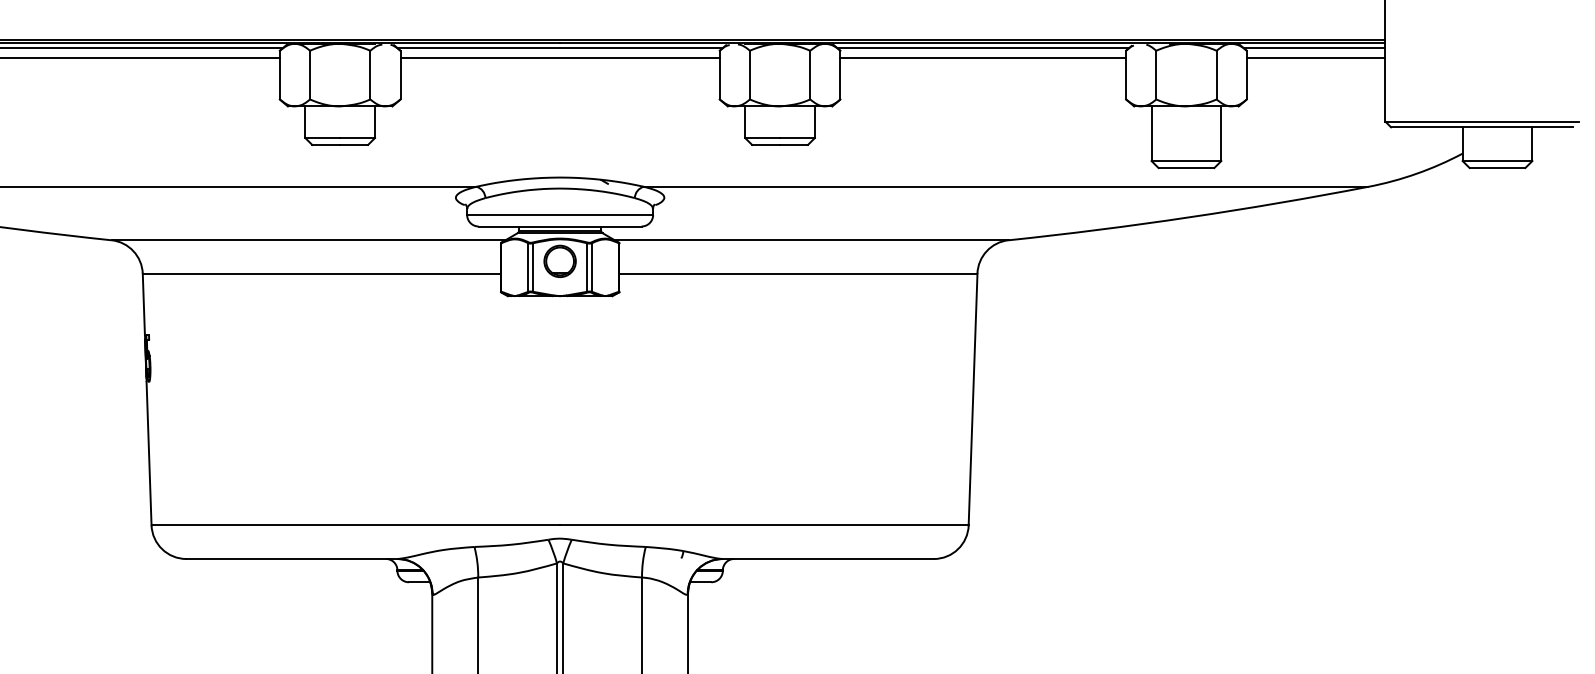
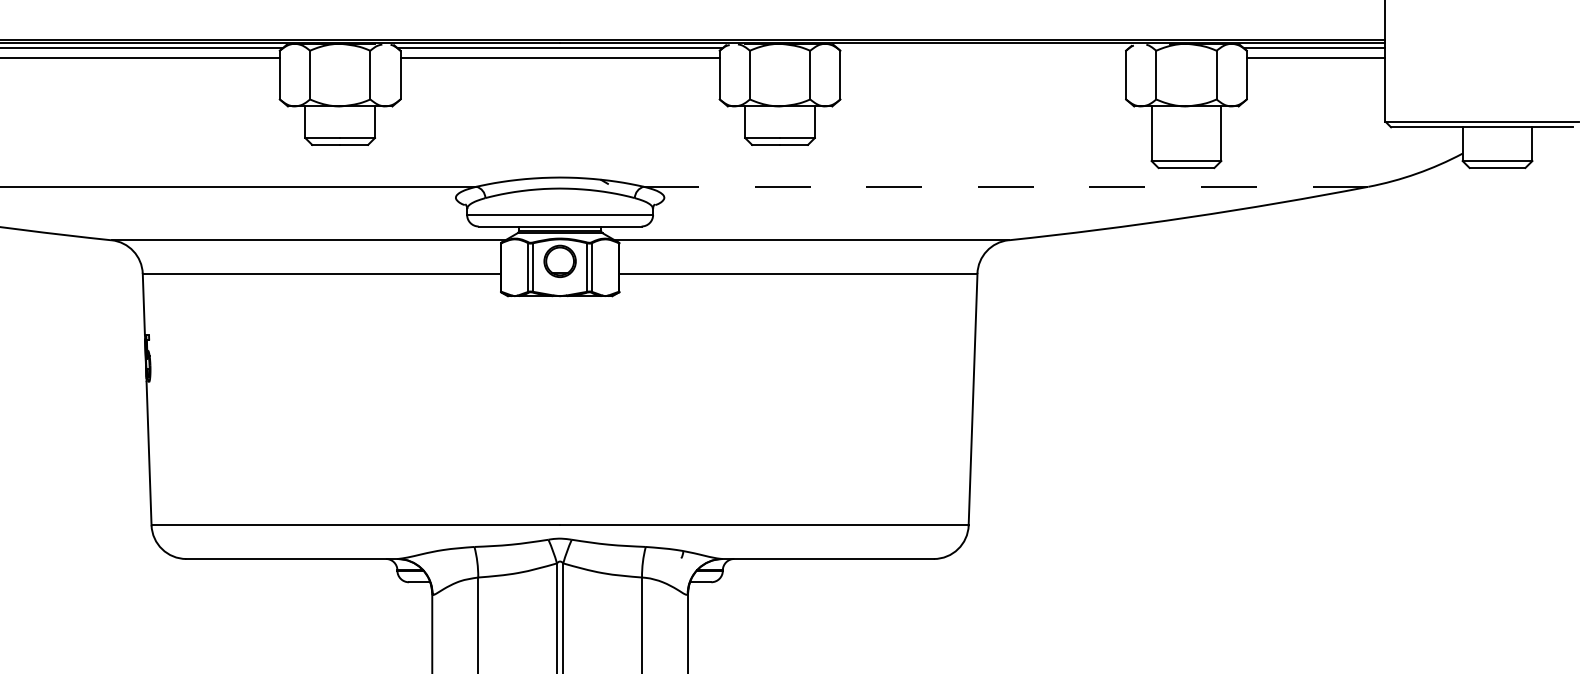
line at (983, 48): present -> none
line at (983, 57): present -> none
line at (1005, 186): solid -> dashed
